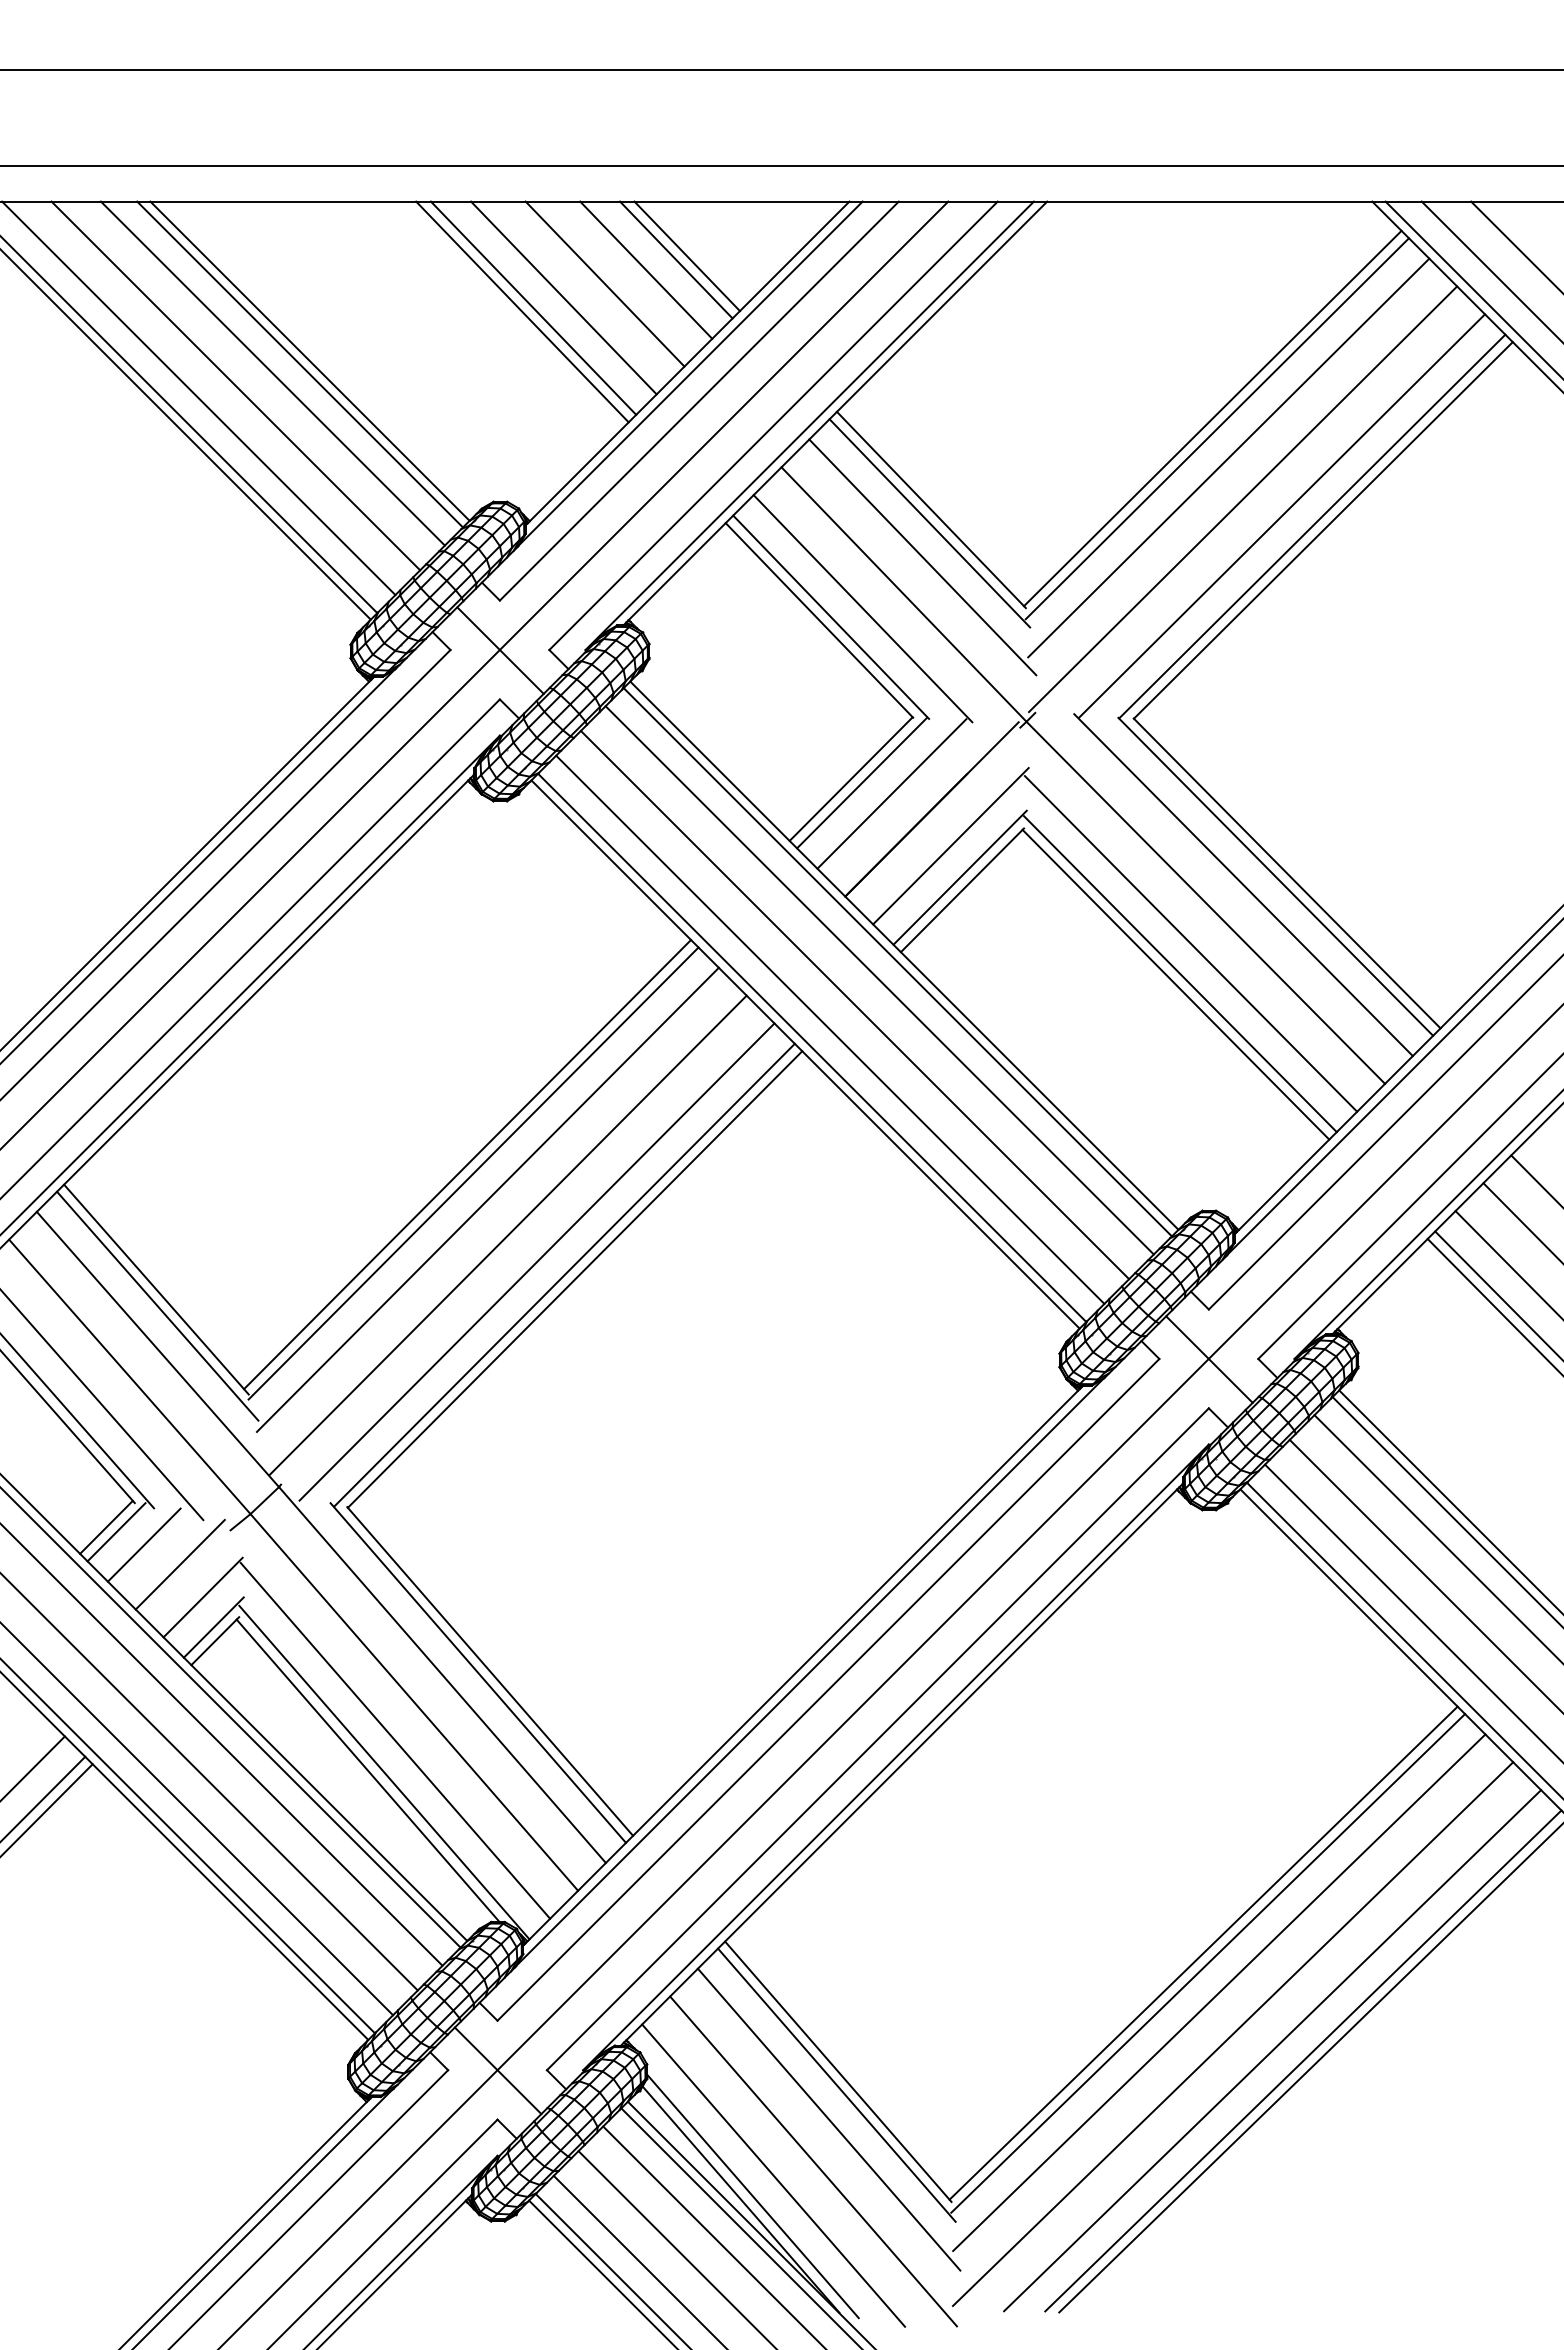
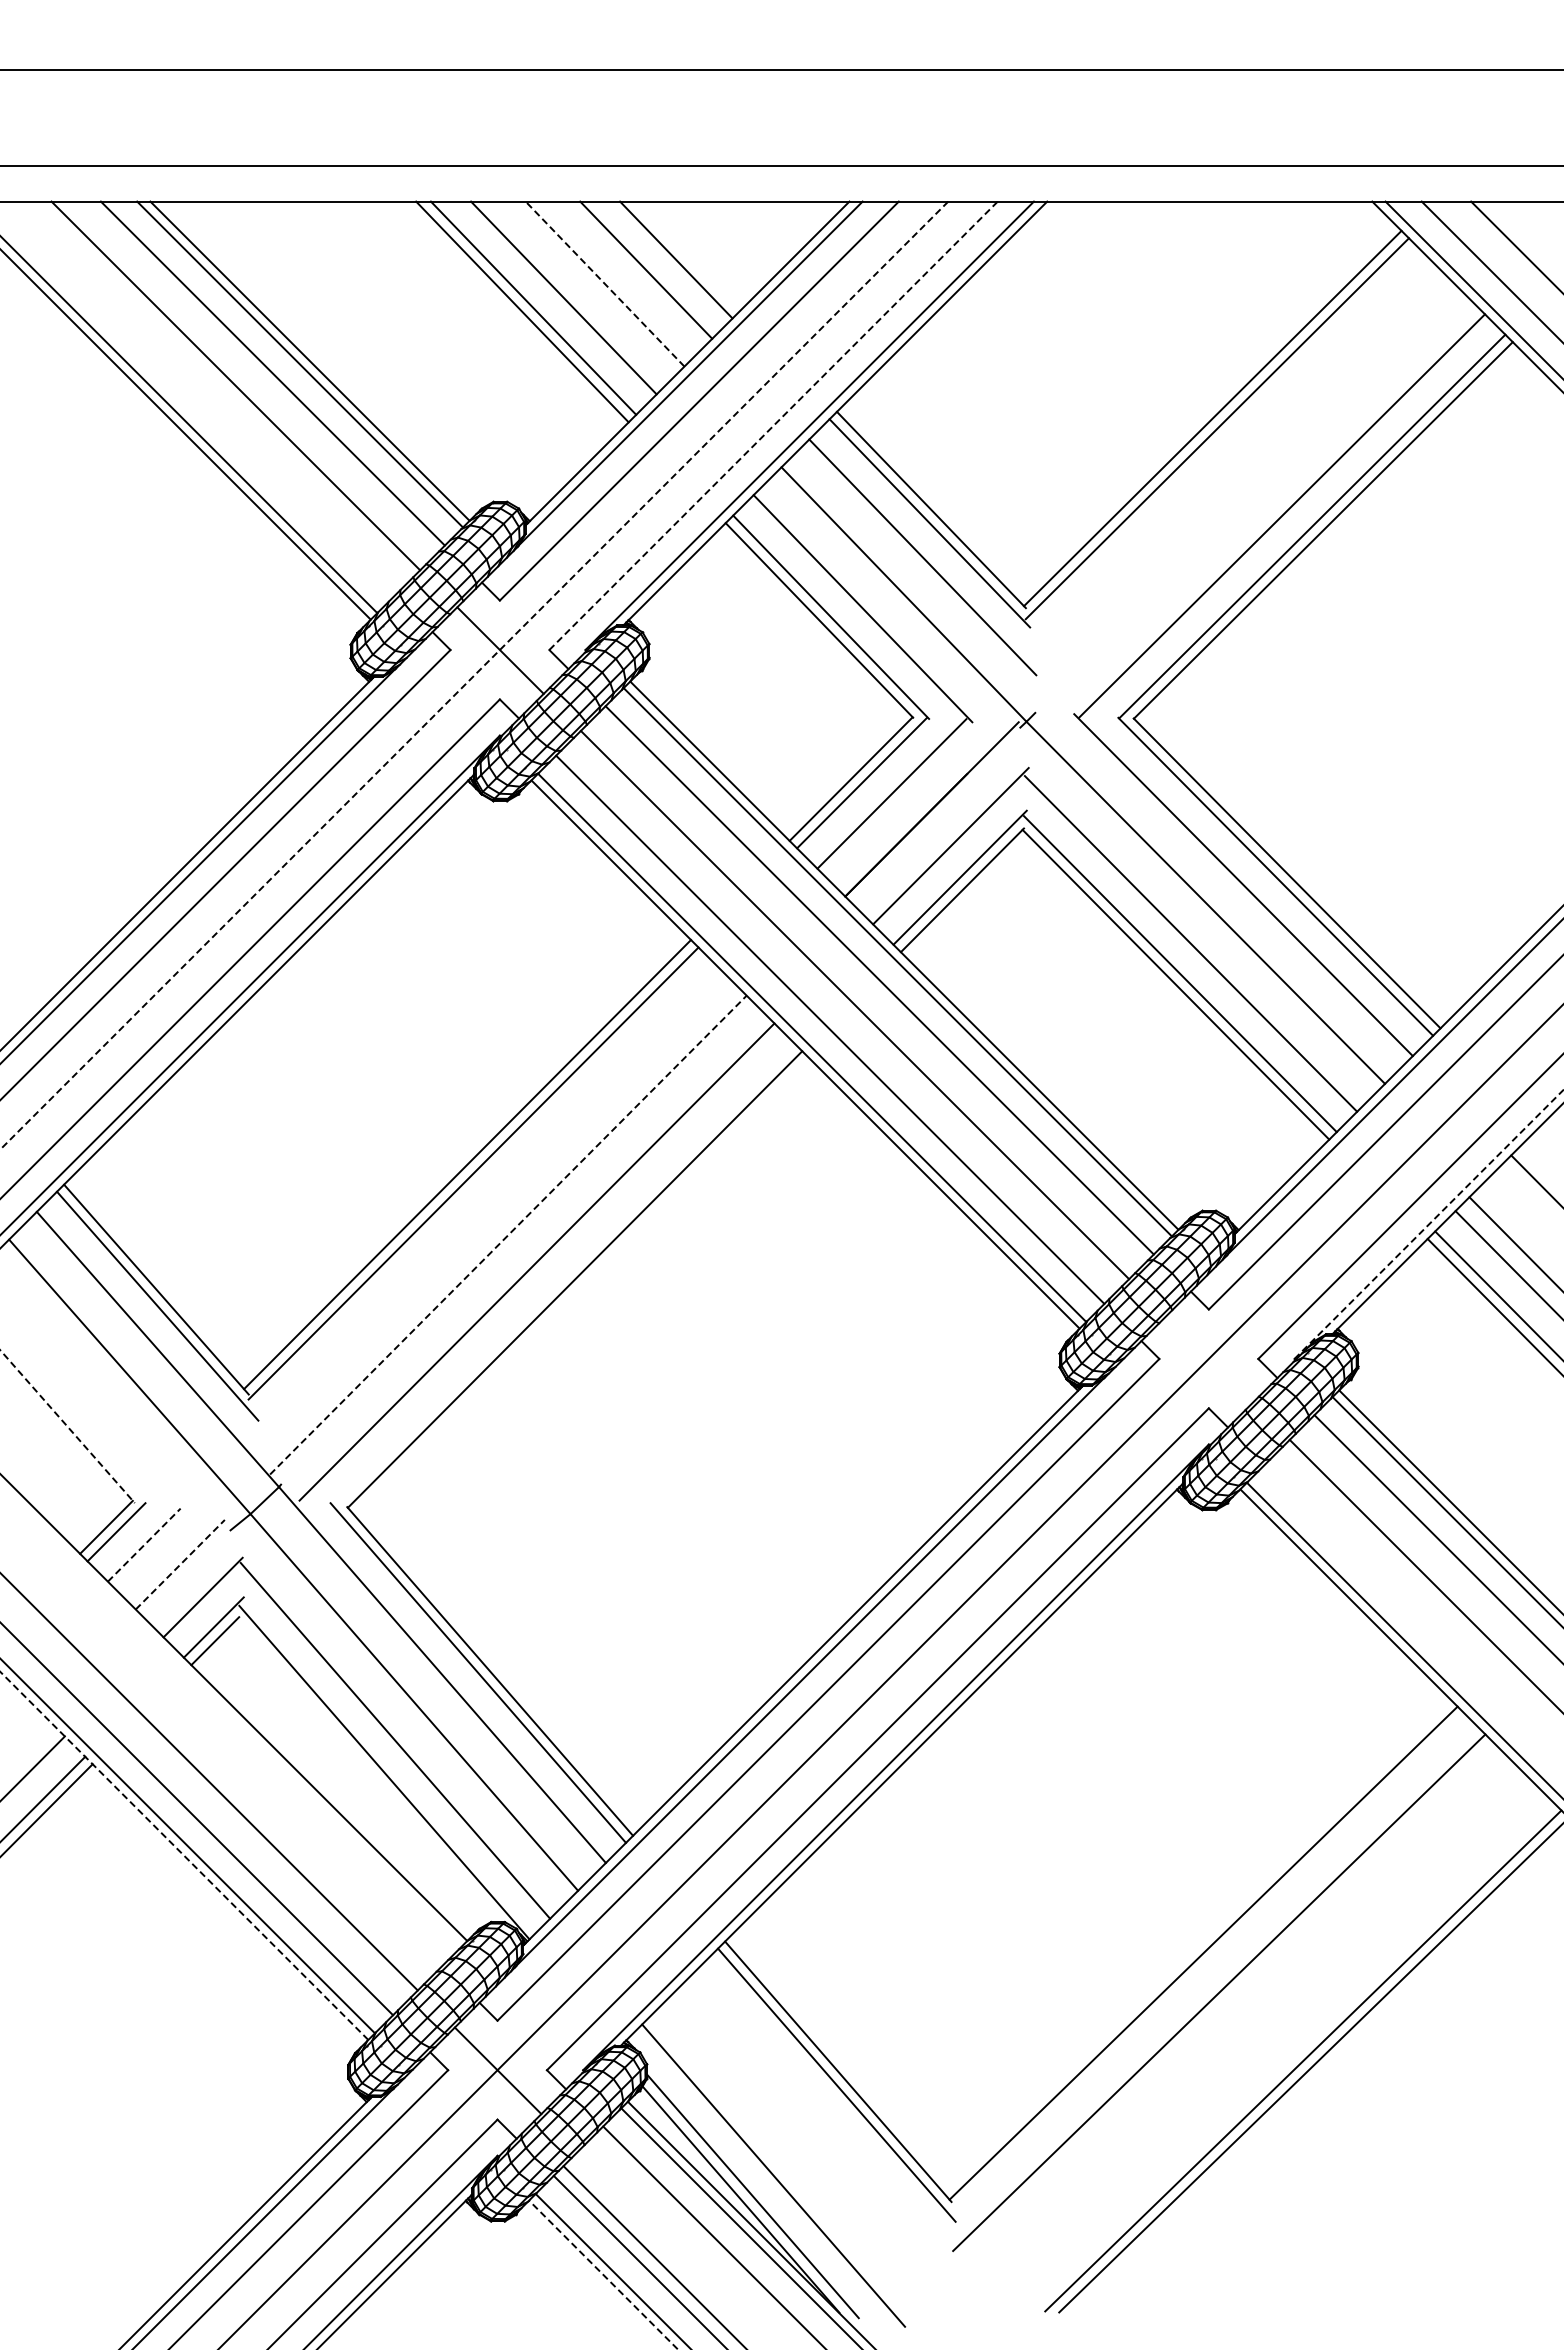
line at (686, 256): present -> none
line at (605, 284): solid -> dashed
line at (198, 398): present -> none
line at (773, 425): solid -> dashed
line at (1228, 457): present -> none
line at (1242, 499): present -> none
line at (473, 676): solid -> dashed
line at (487, 1199): present -> none
line at (1521, 1222) position: (1521, 1222) -> (1514, 1243)
line at (1429, 1223): solid -> dashed
line at (508, 1235): solid -> dashed
line at (564, 1274): present -> none
line at (1209, 1359): present -> none
line at (102, 1405): present -> none
line at (78, 1421): present -> none
line at (67, 1426): solid -> dashed
line at (144, 1545): solid -> dashed
line at (180, 1564): solid -> dashed
line at (1412, 1612): present -> none
line at (231, 1718): present -> none
line at (222, 1745): present -> none
line at (367, 1770): present -> none
line at (183, 1855): solid -> dashed
line at (1208, 1963): present -> none
line at (1232, 2034): present -> none
line at (1272, 2050): present -> none
line at (828, 2119): present -> none
line at (813, 2161): present -> none
line at (675, 2248) position: (675, 2248) -> (653, 2256)
line at (603, 2274): solid -> dashed
